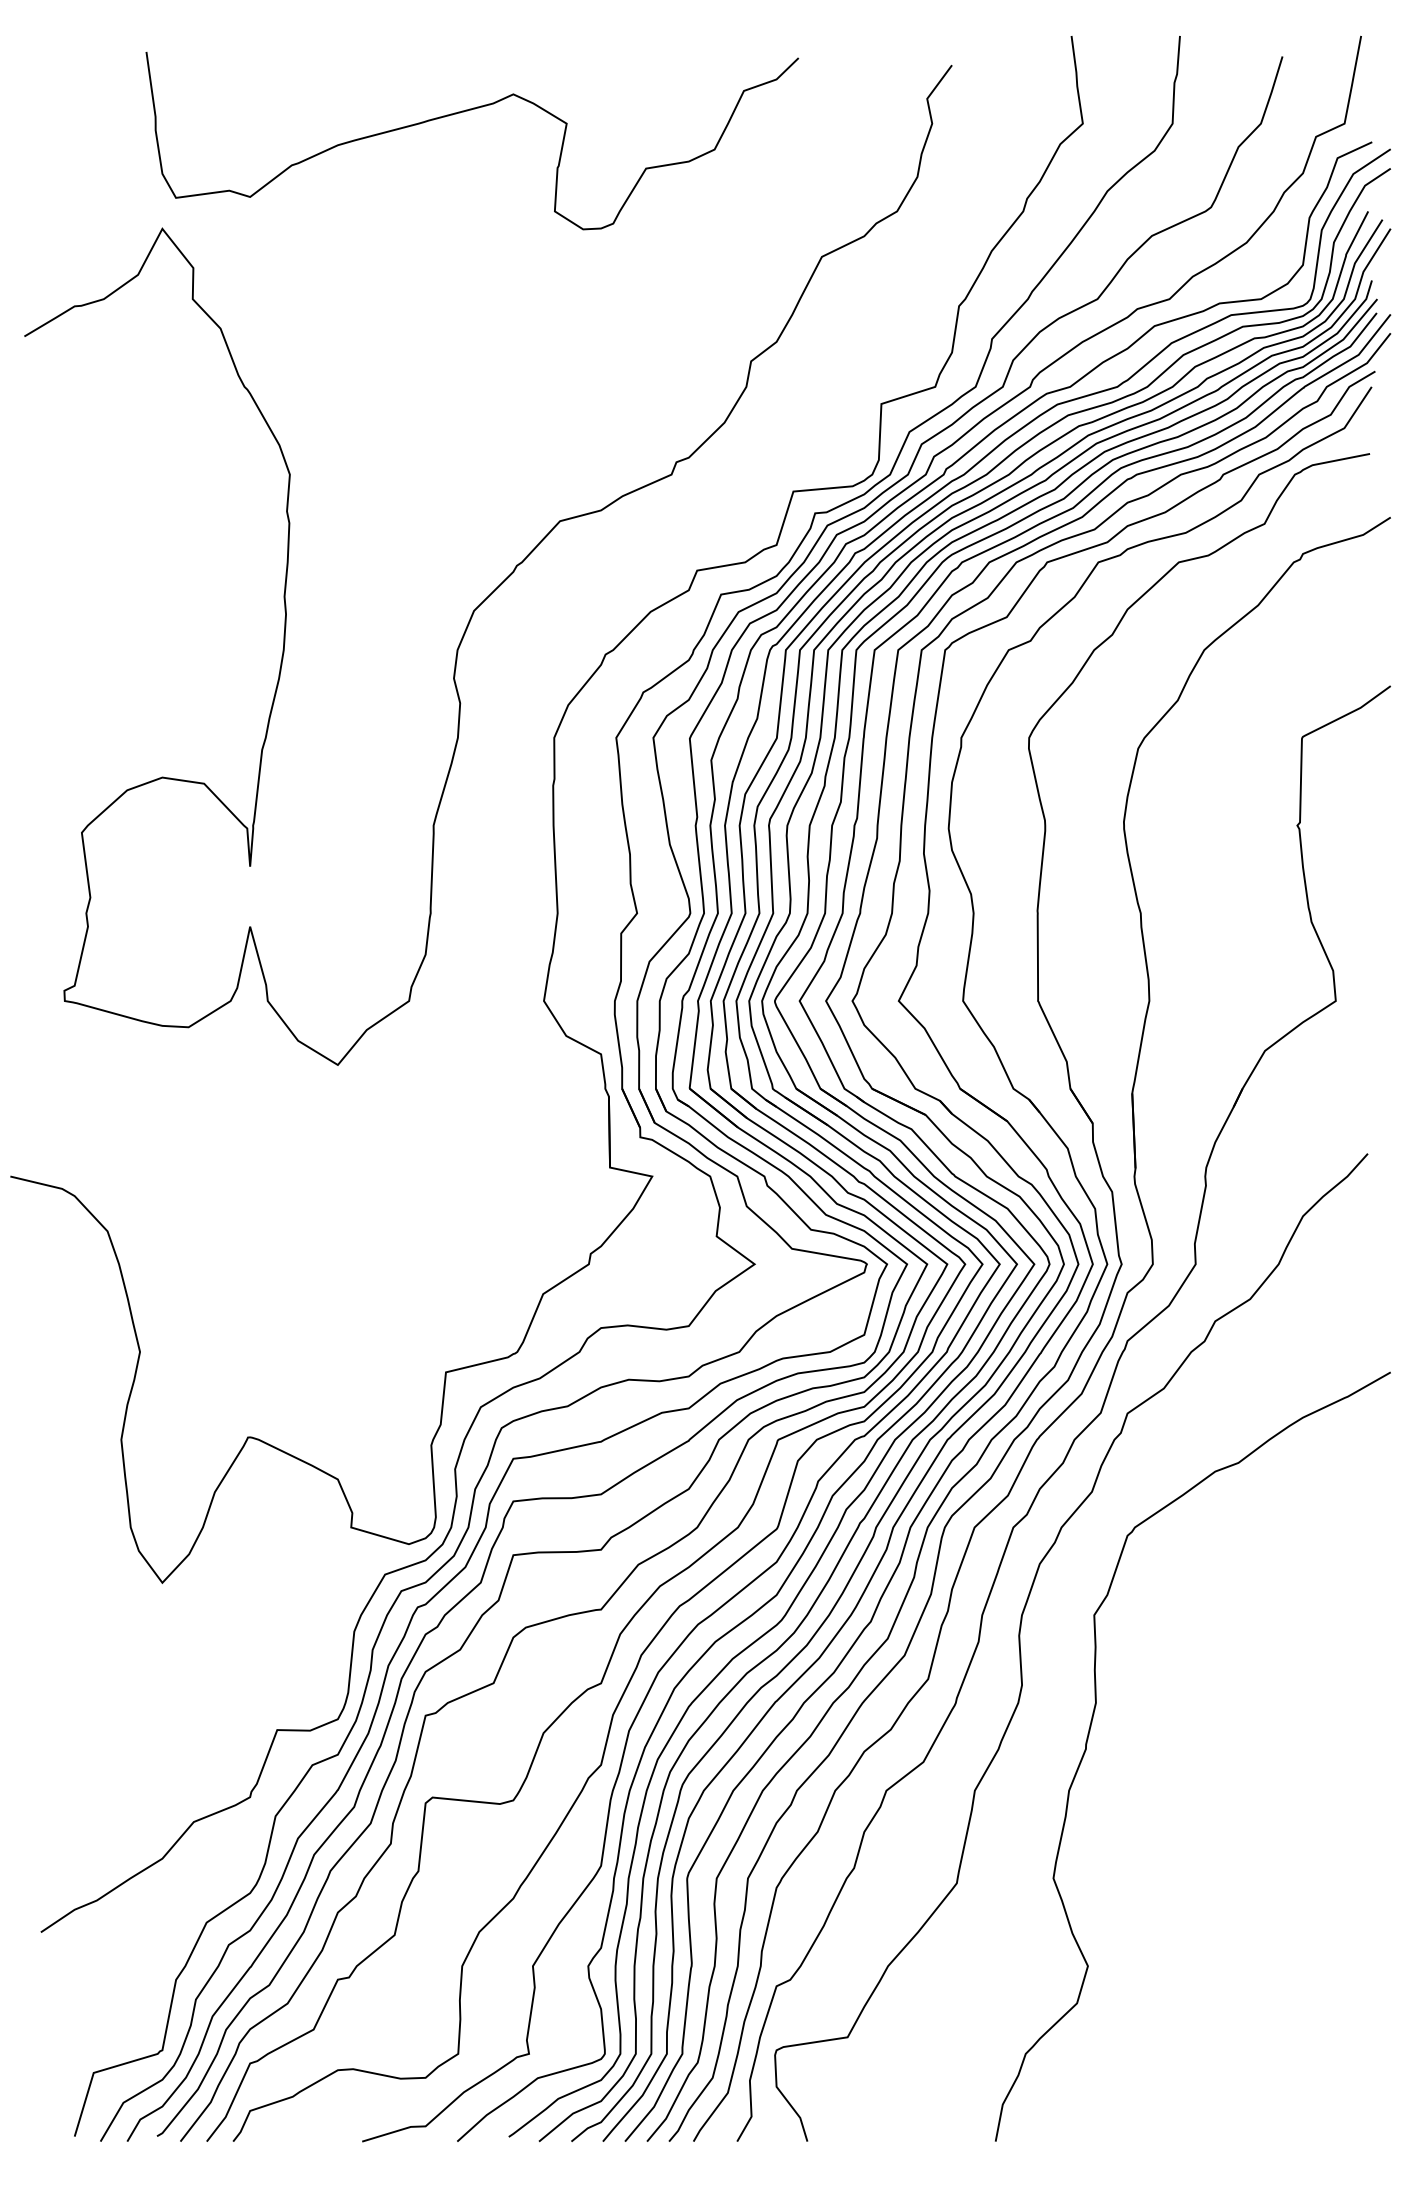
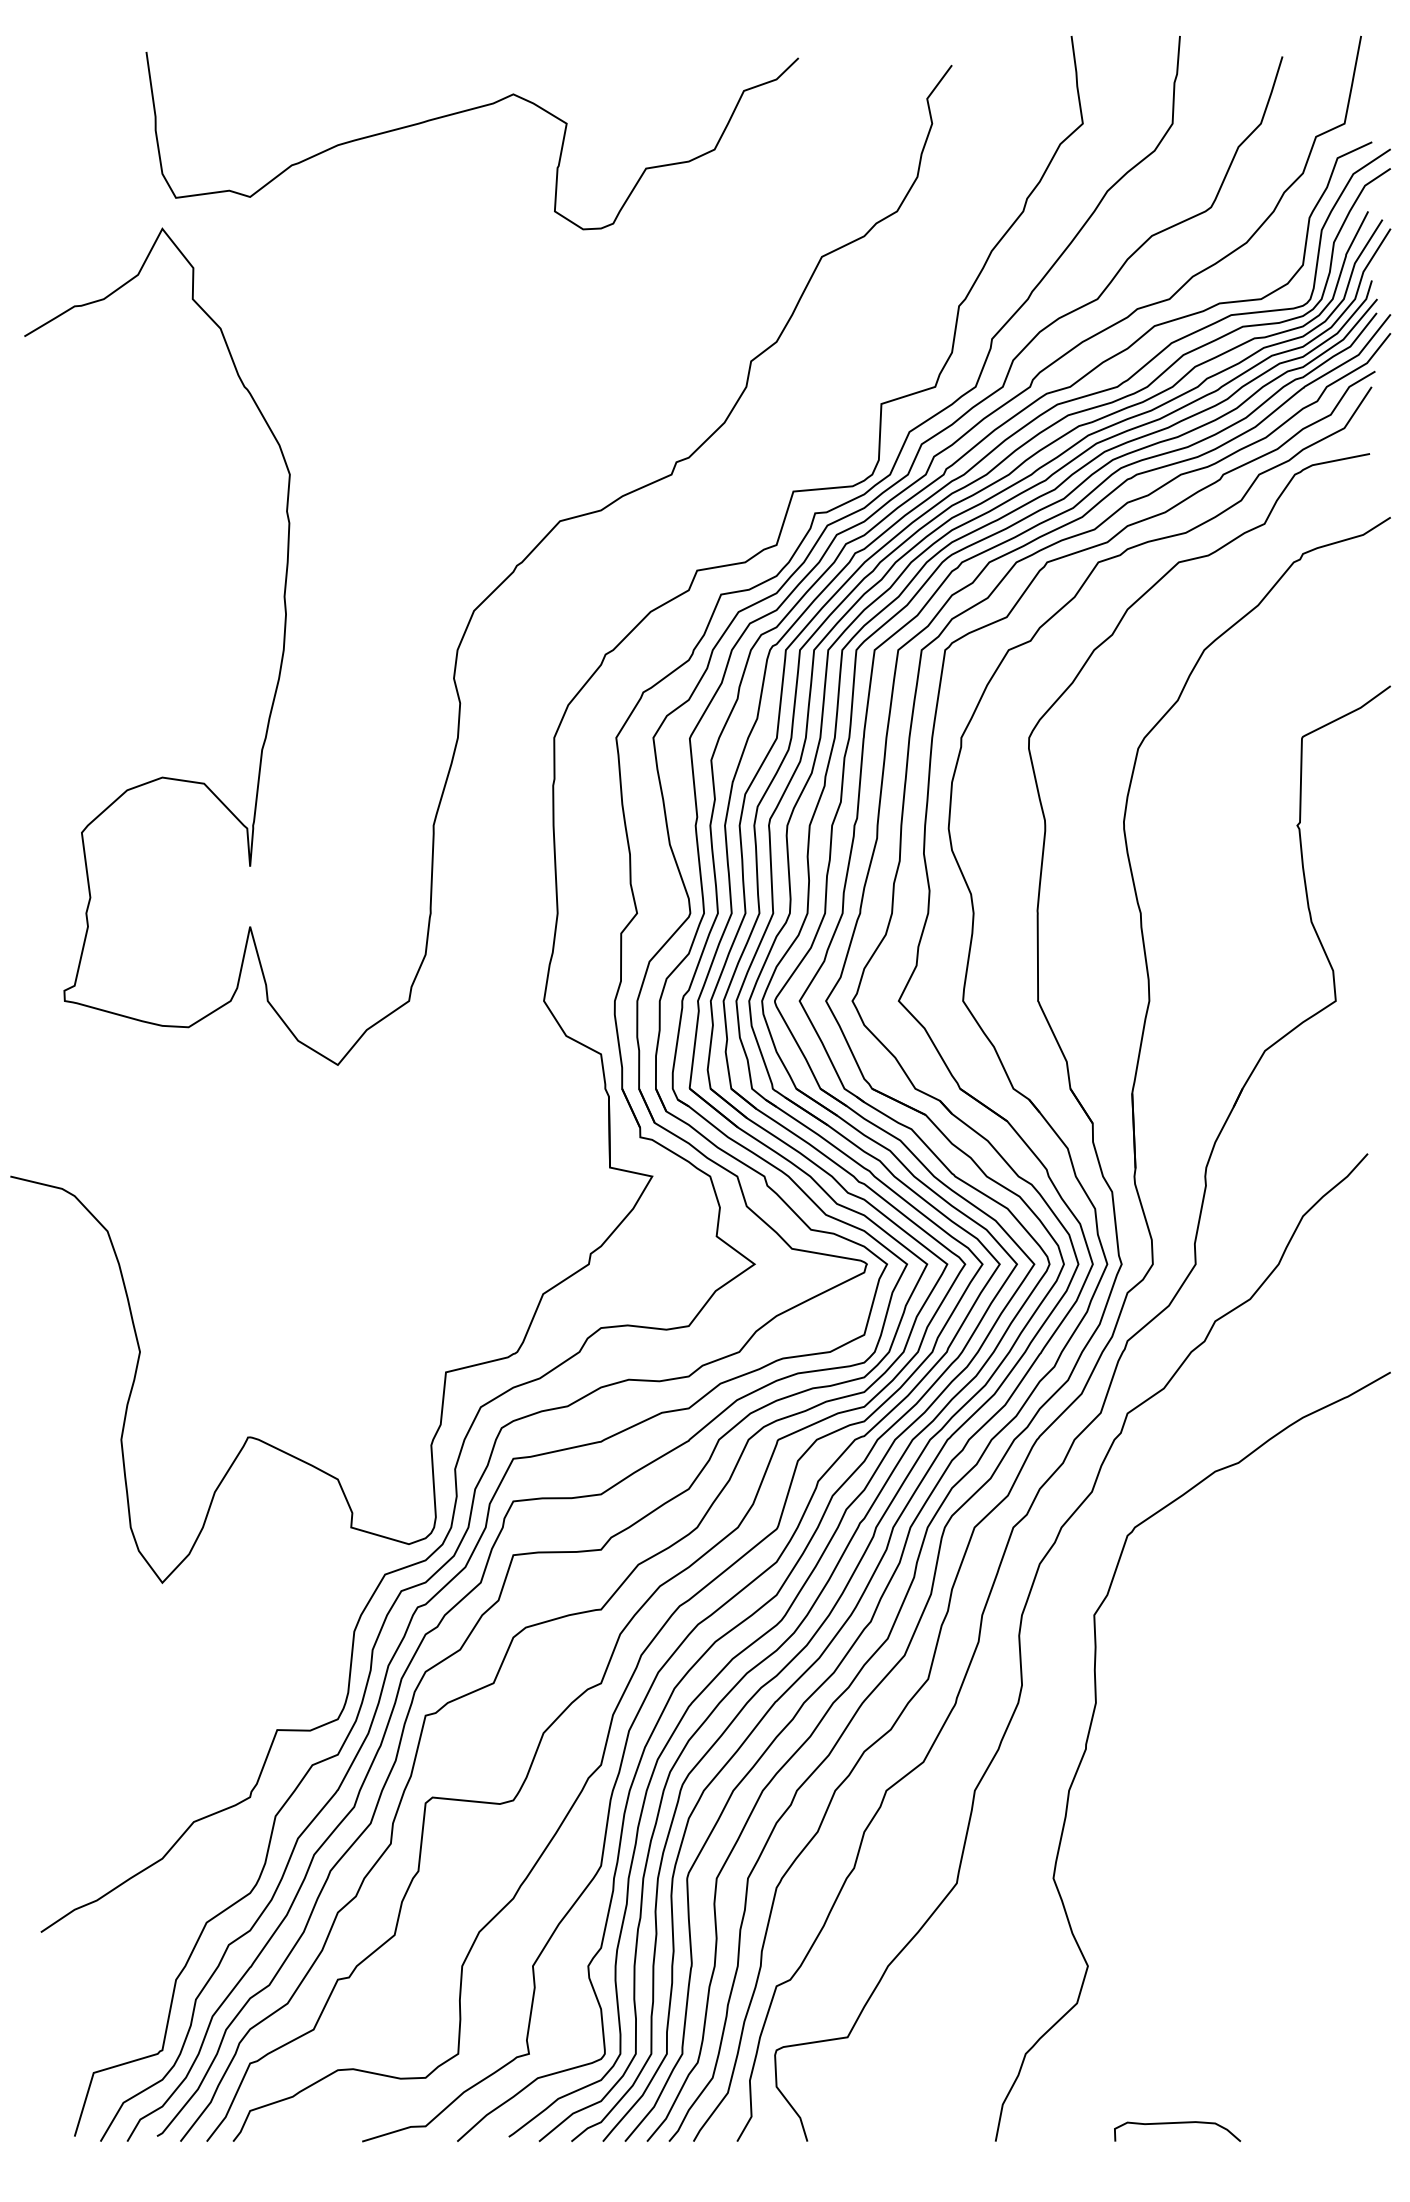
curve at (1177, 2123): none -> present
